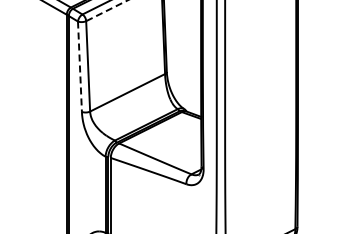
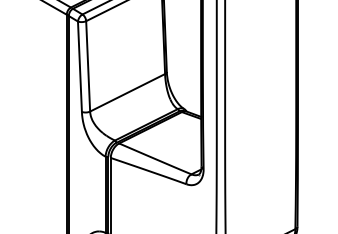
line at (106, 10): dashed -> solid
line at (79, 67): dashed -> solid
